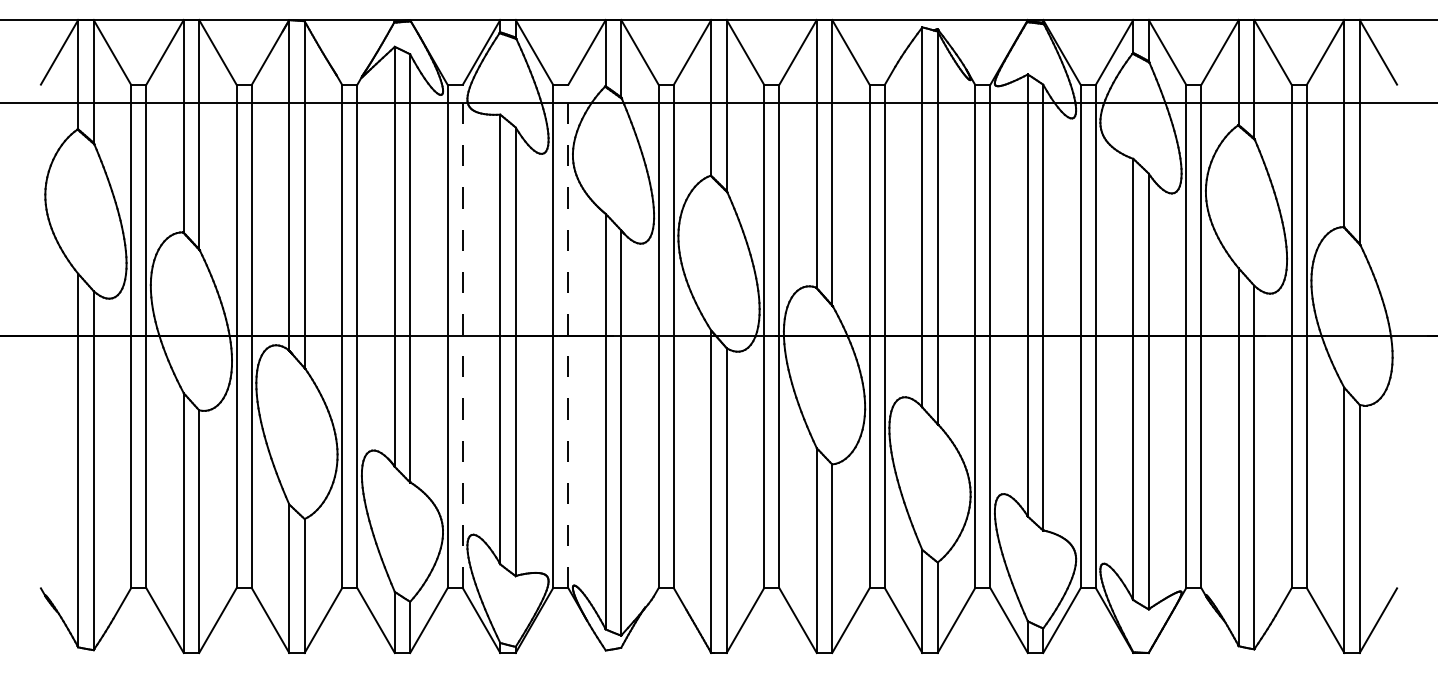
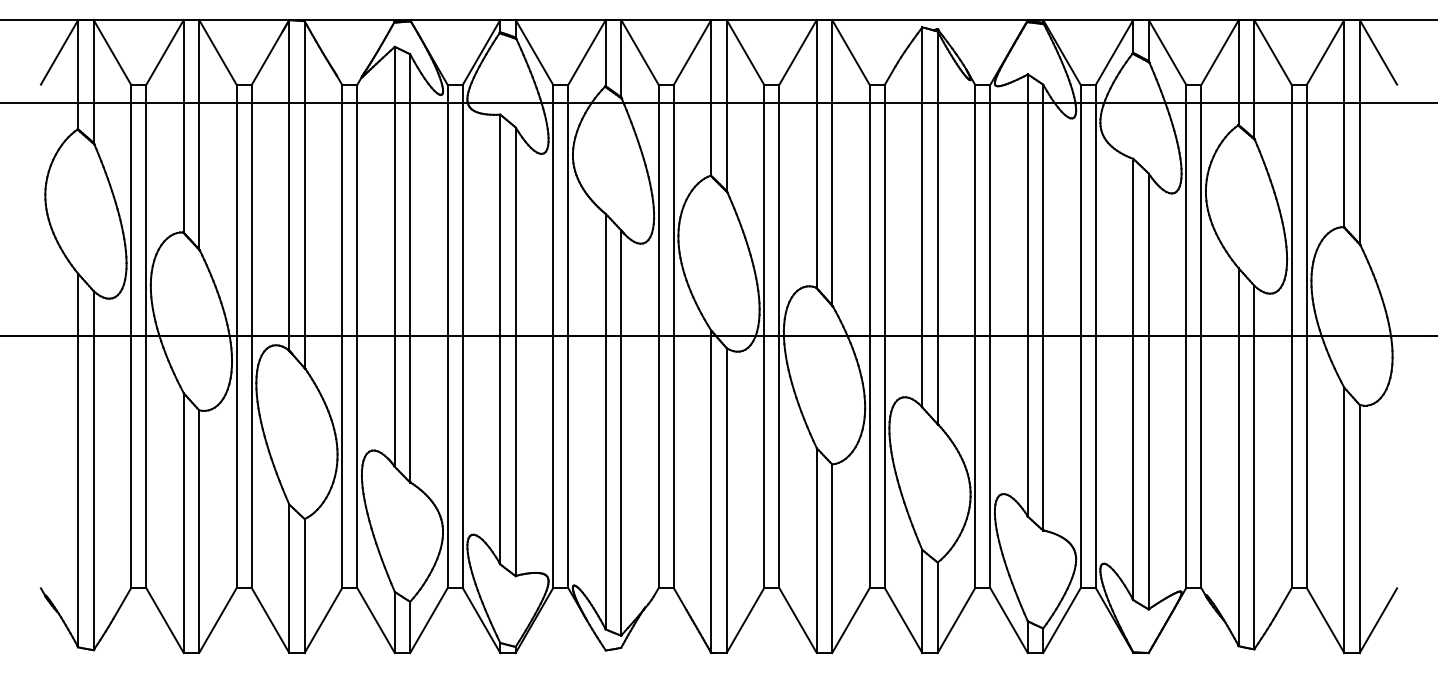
line at (462, 336): dashed -> solid
line at (568, 336): dashed -> solid
